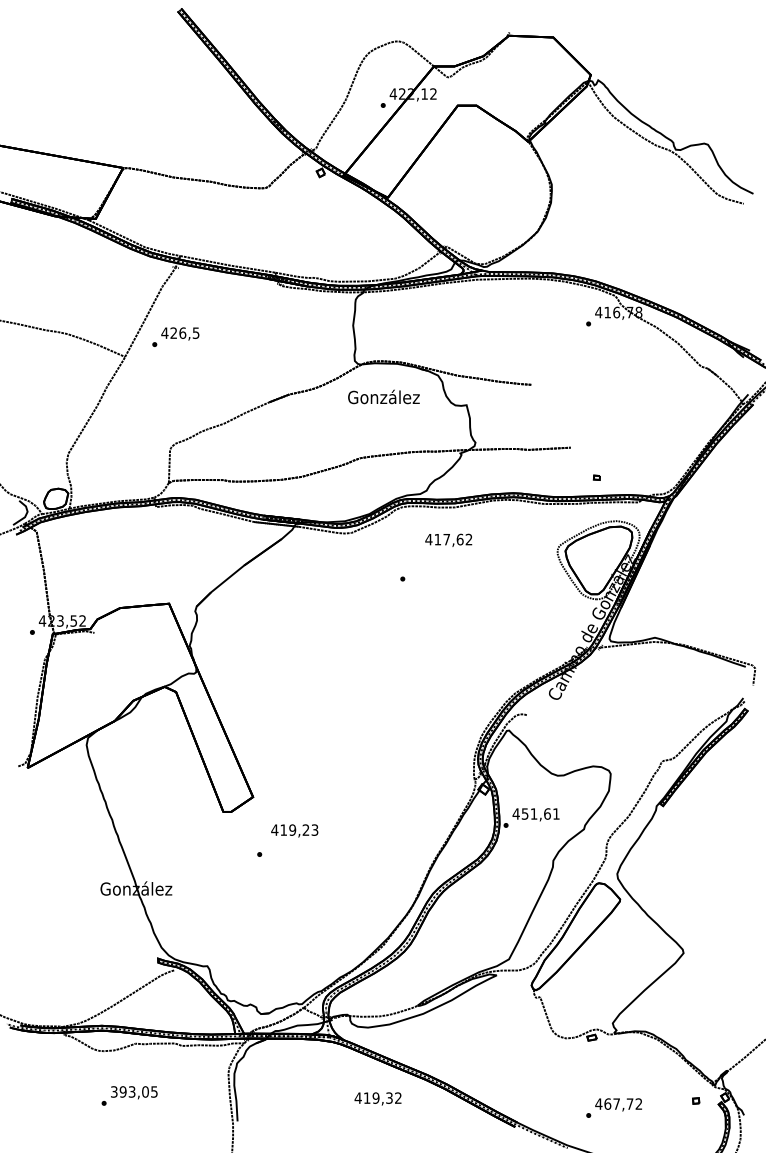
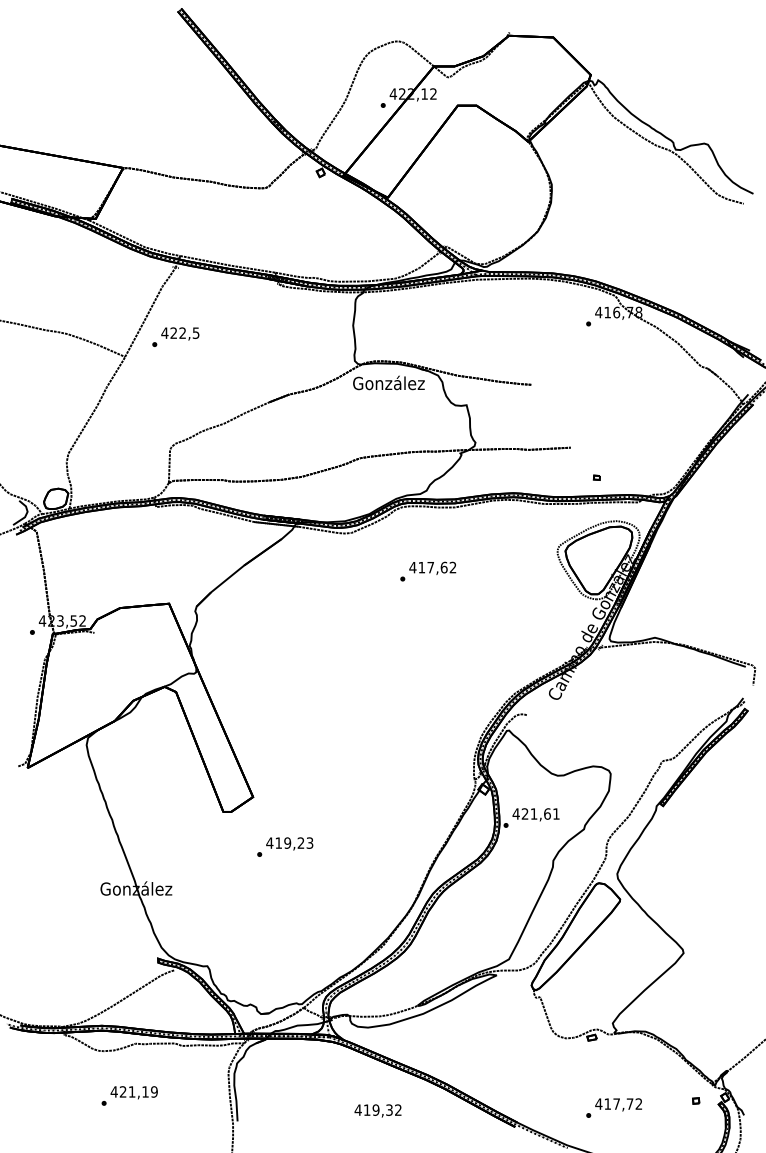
text at (182, 332): 426,5 -> 422,5
text at (383, 396) position: (383, 396) -> (388, 382)
text at (448, 539) position: (448, 539) -> (432, 567)
text at (524, 813): 451,61 -> 421,61
text at (294, 830) position: (294, 830) -> (289, 843)
text at (133, 1091): 393,05 -> 421,19
text at (377, 1098) position: (377, 1098) -> (377, 1110)
text at (607, 1103): 467,72 -> 417,72
